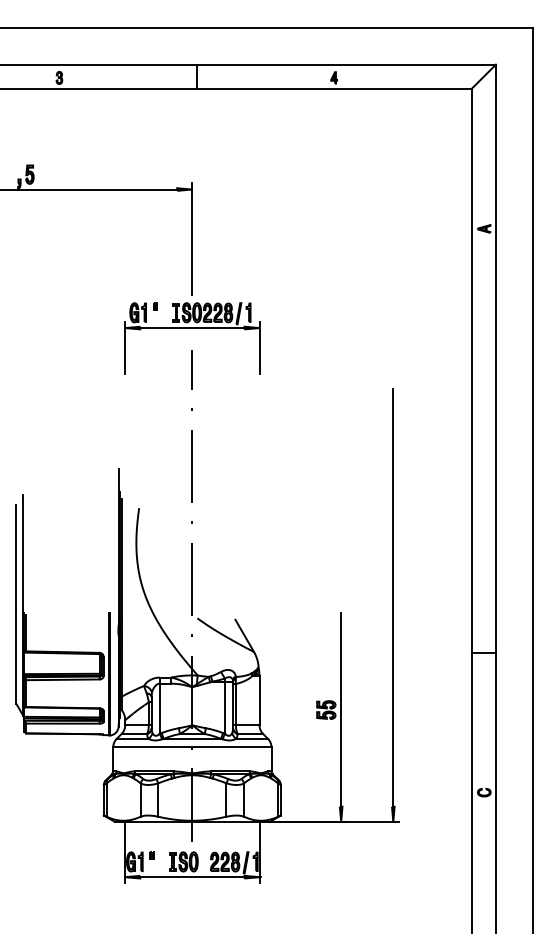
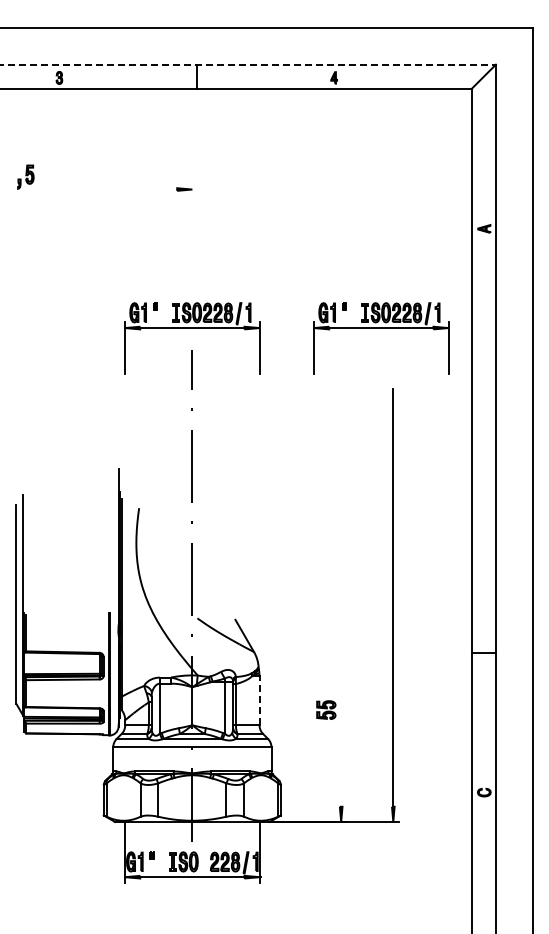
line at (248, 64): solid -> dashed
line at (89, 189): present -> none
line at (192, 239): present -> none
part at (381, 328): none -> present
line at (259, 700): solid -> dashed
line at (341, 709): present -> none
